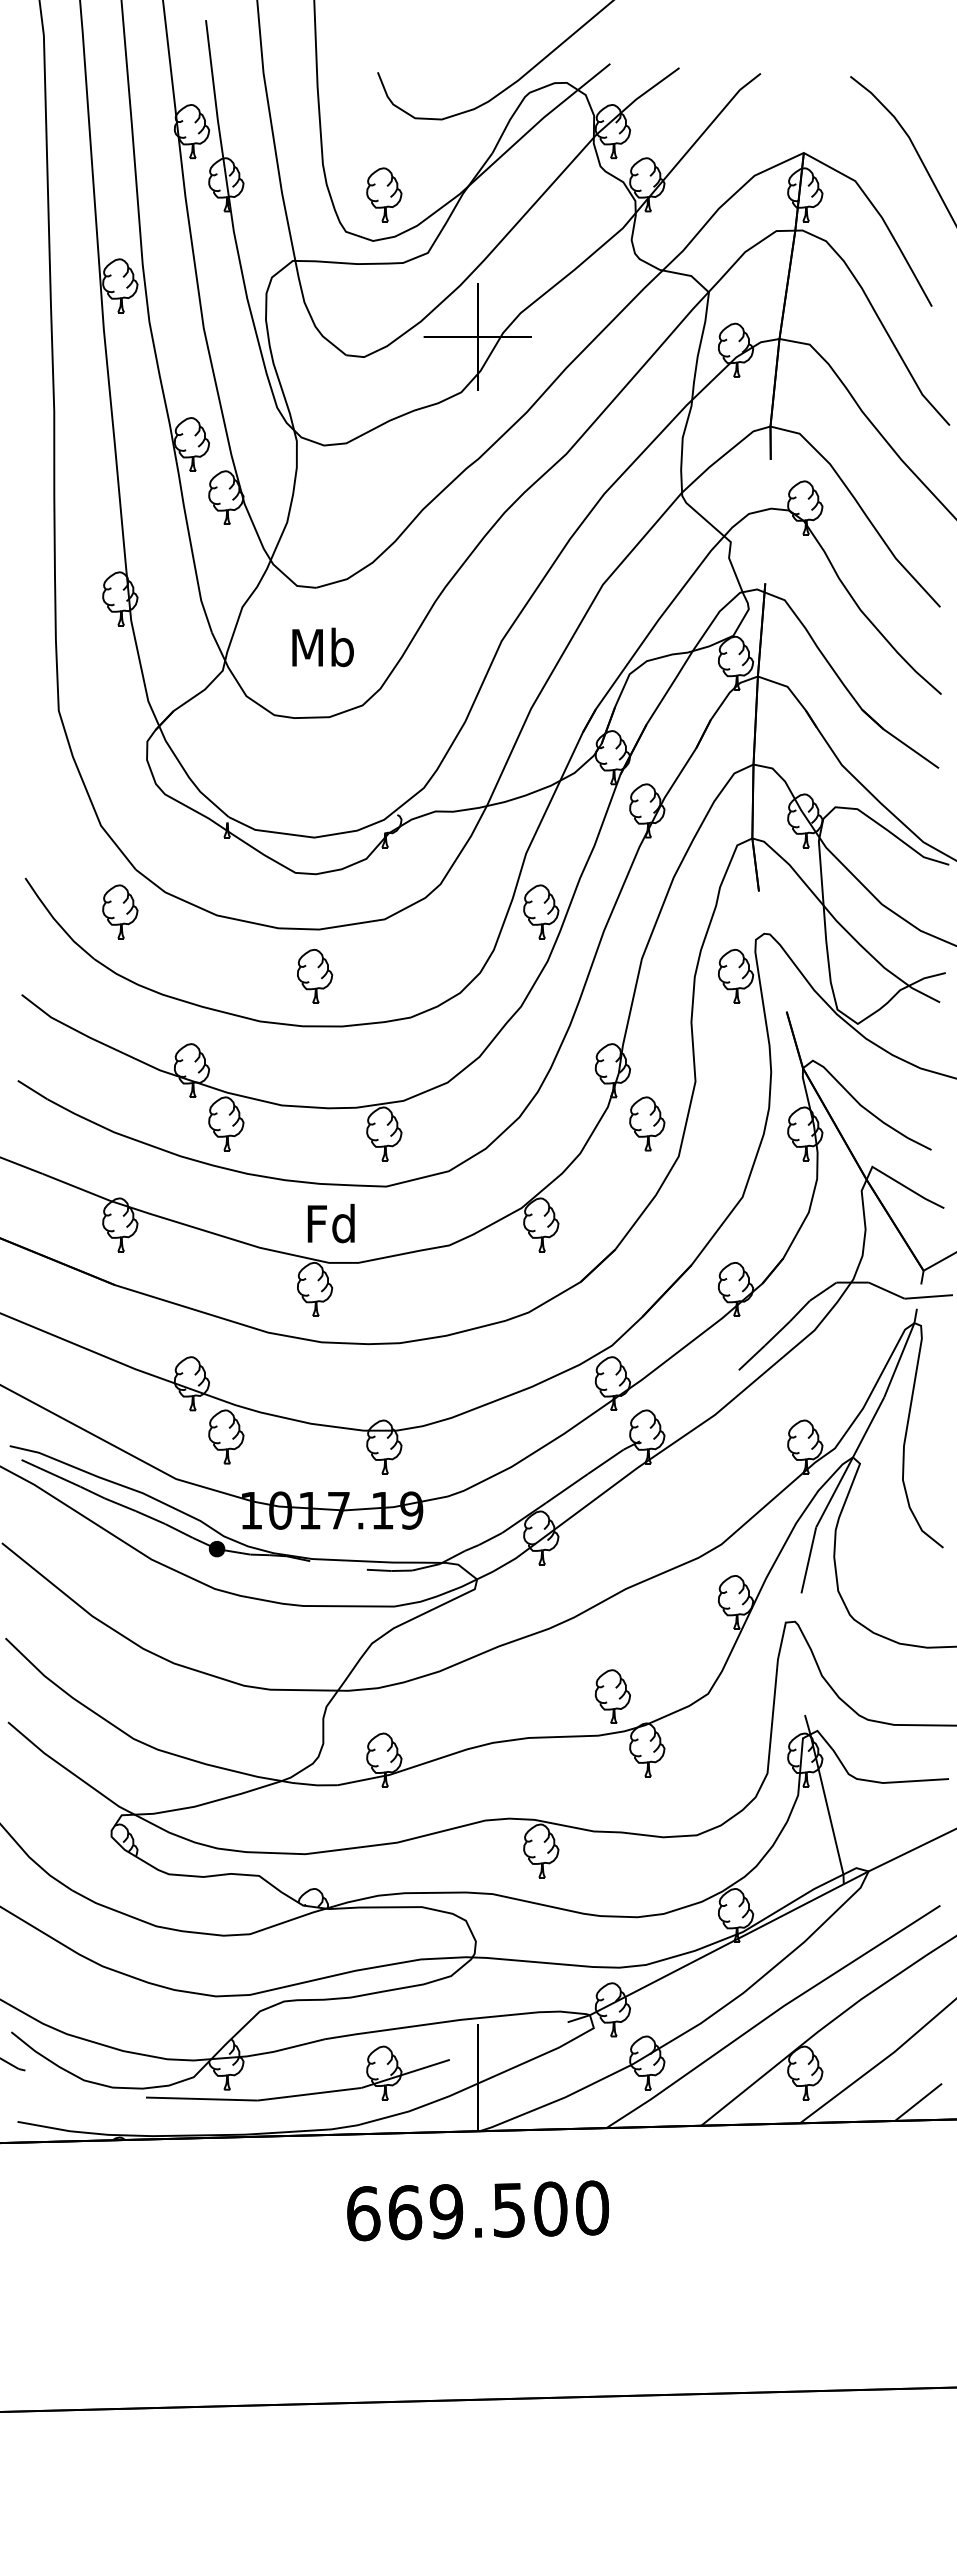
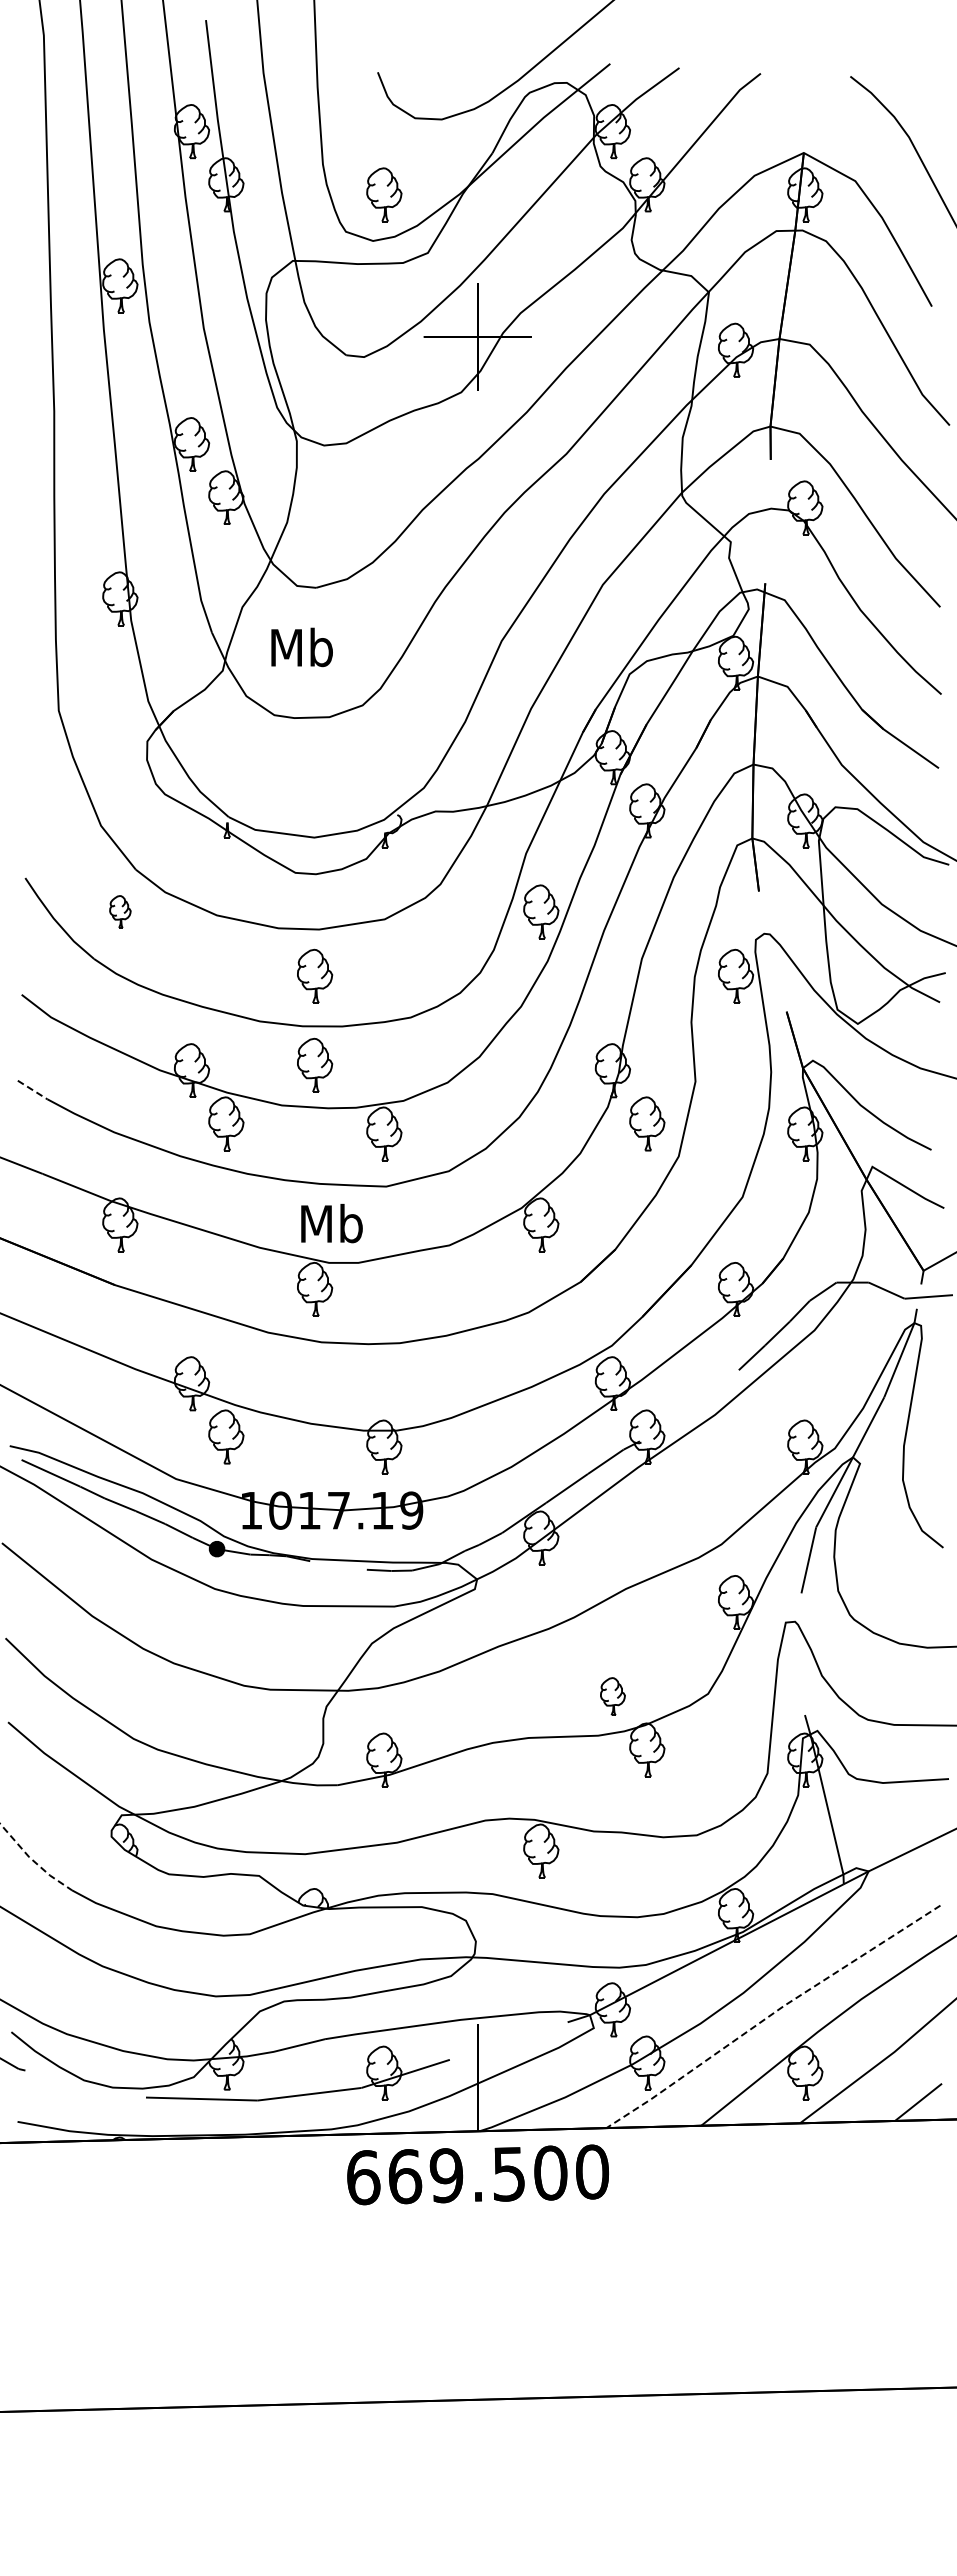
text at (322, 647) position: (322, 647) -> (301, 647)
part at (120, 911) size: 37x56 px -> 23x34 px
part at (315, 1064): none -> present
line at (33, 1090): solid -> dashed
text at (331, 1223): Fd -> Mb
part at (612, 1696) size: 38x55 px -> 26x39 px
line at (33, 1861): solid -> dashed
line at (771, 2014): solid -> dashed
text at (477, 2210) position: (477, 2210) -> (477, 2174)
